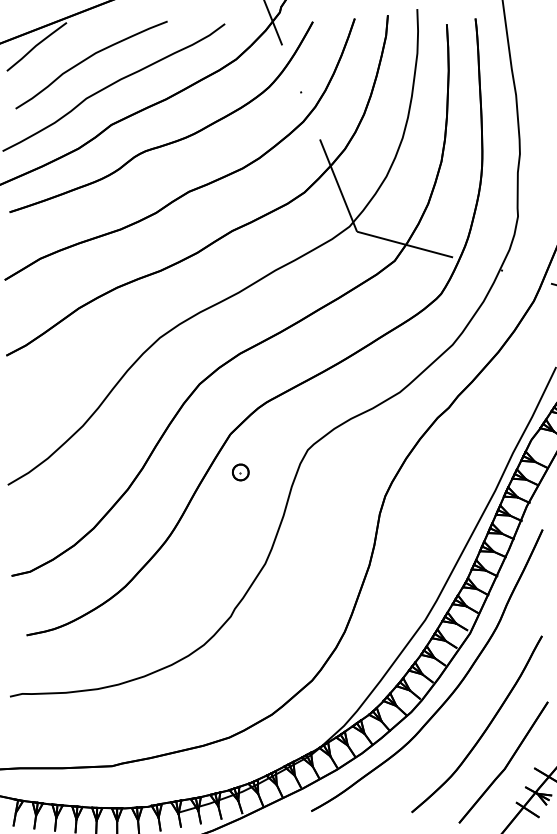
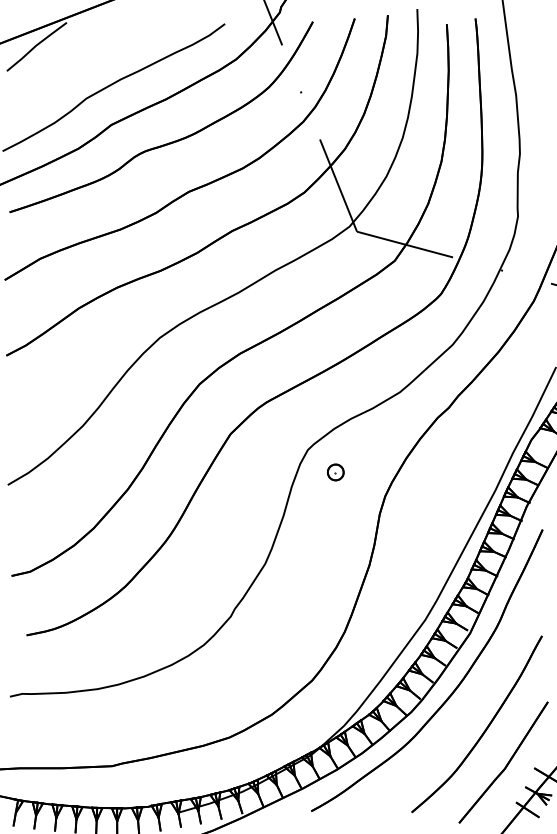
curve at (89, 58): present -> none
part at (240, 472) position: (240, 472) -> (335, 472)
